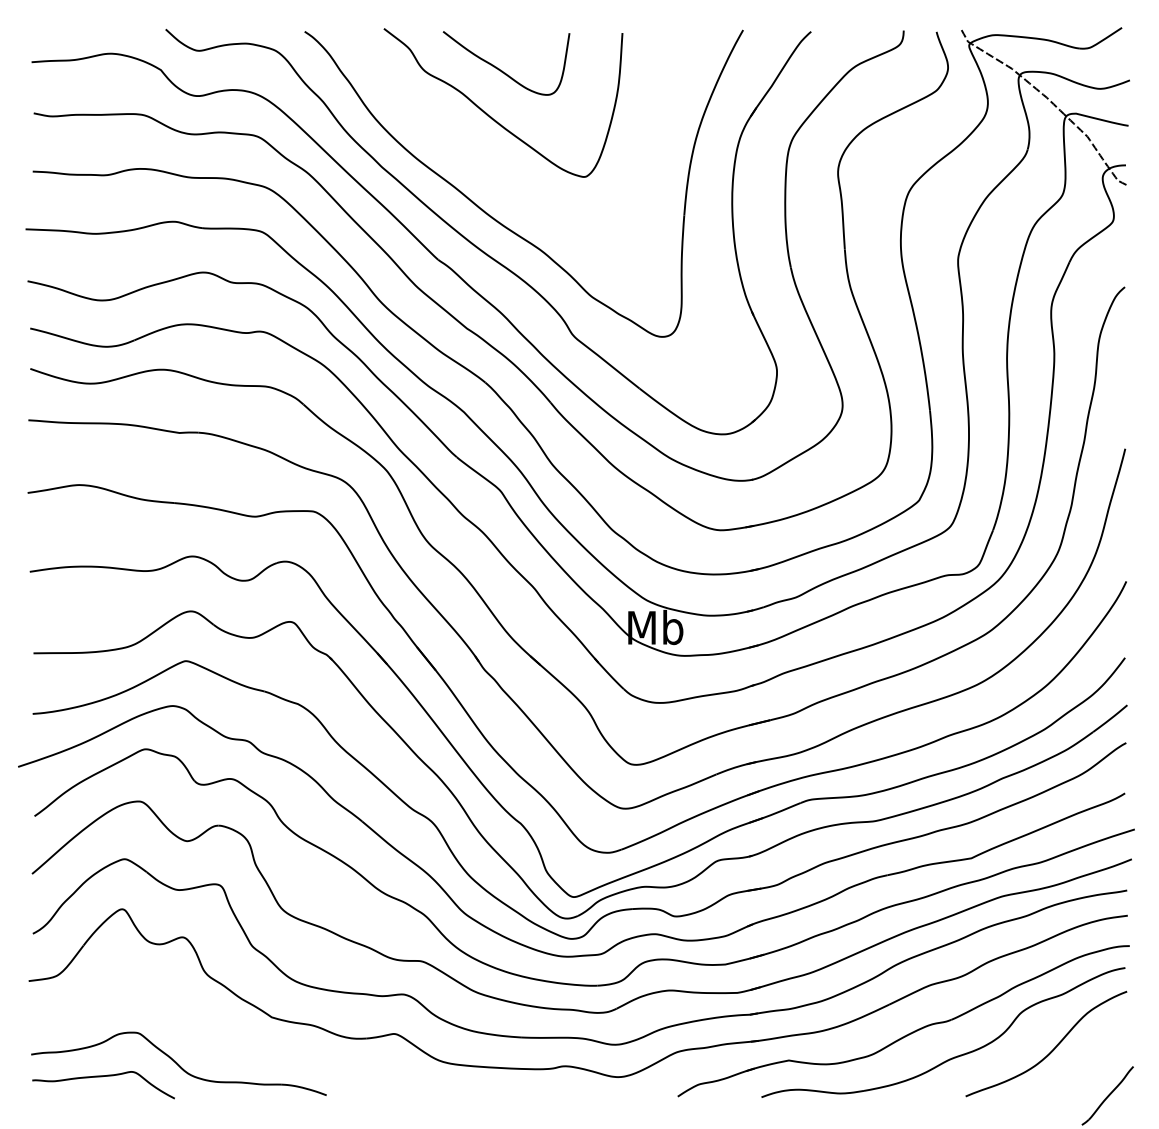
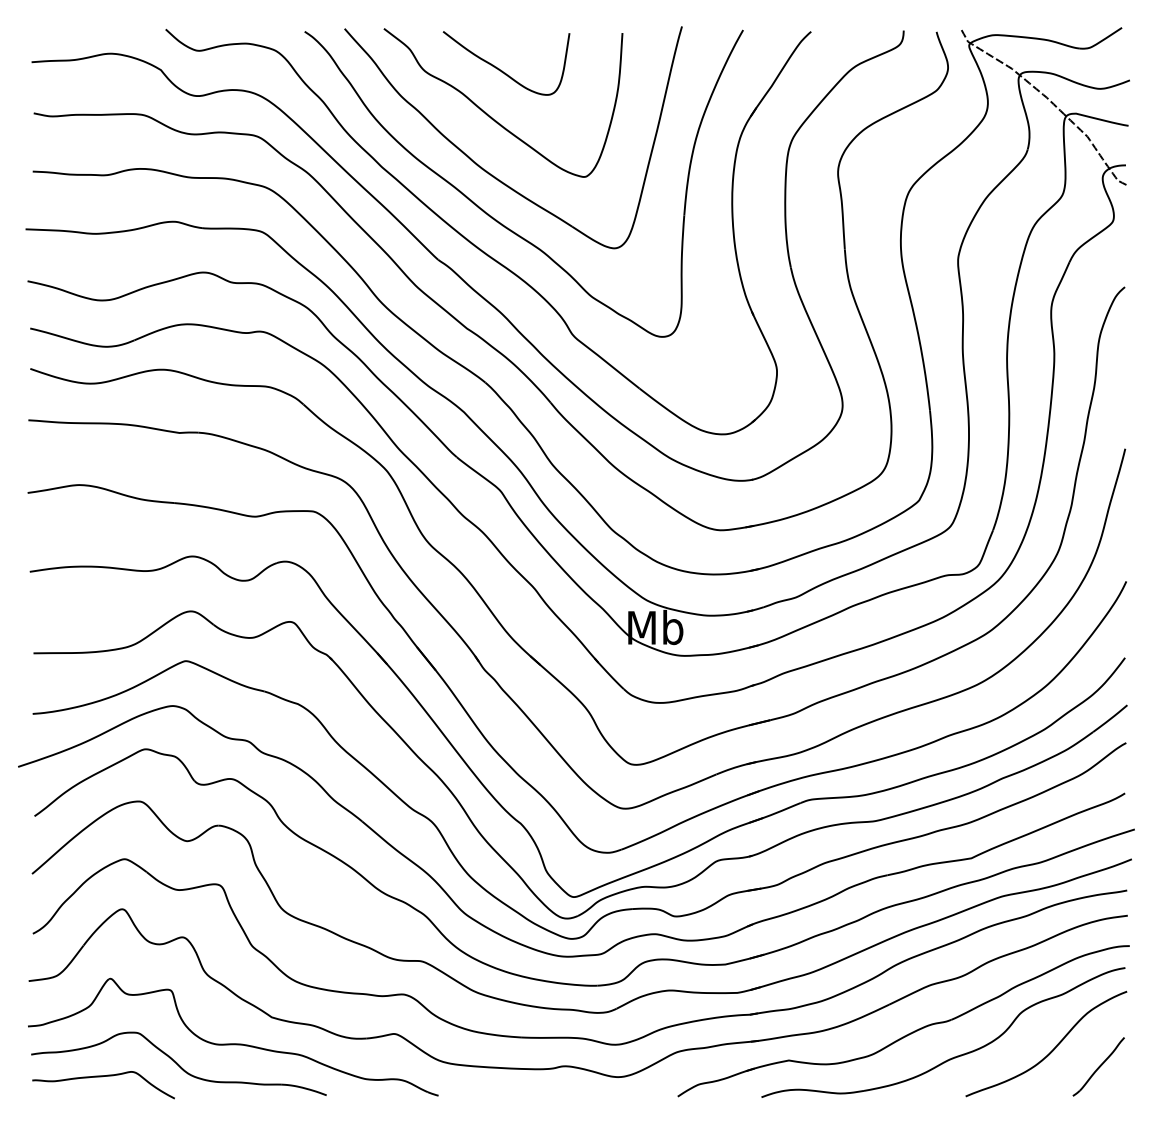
part at (489, 172): none -> present
part at (233, 1043): none -> present
part at (1107, 1095) position: (1107, 1095) -> (1098, 1066)
